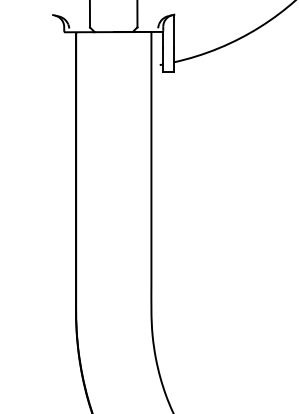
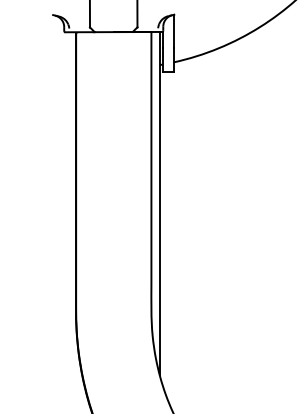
line at (159, 203): none -> present
